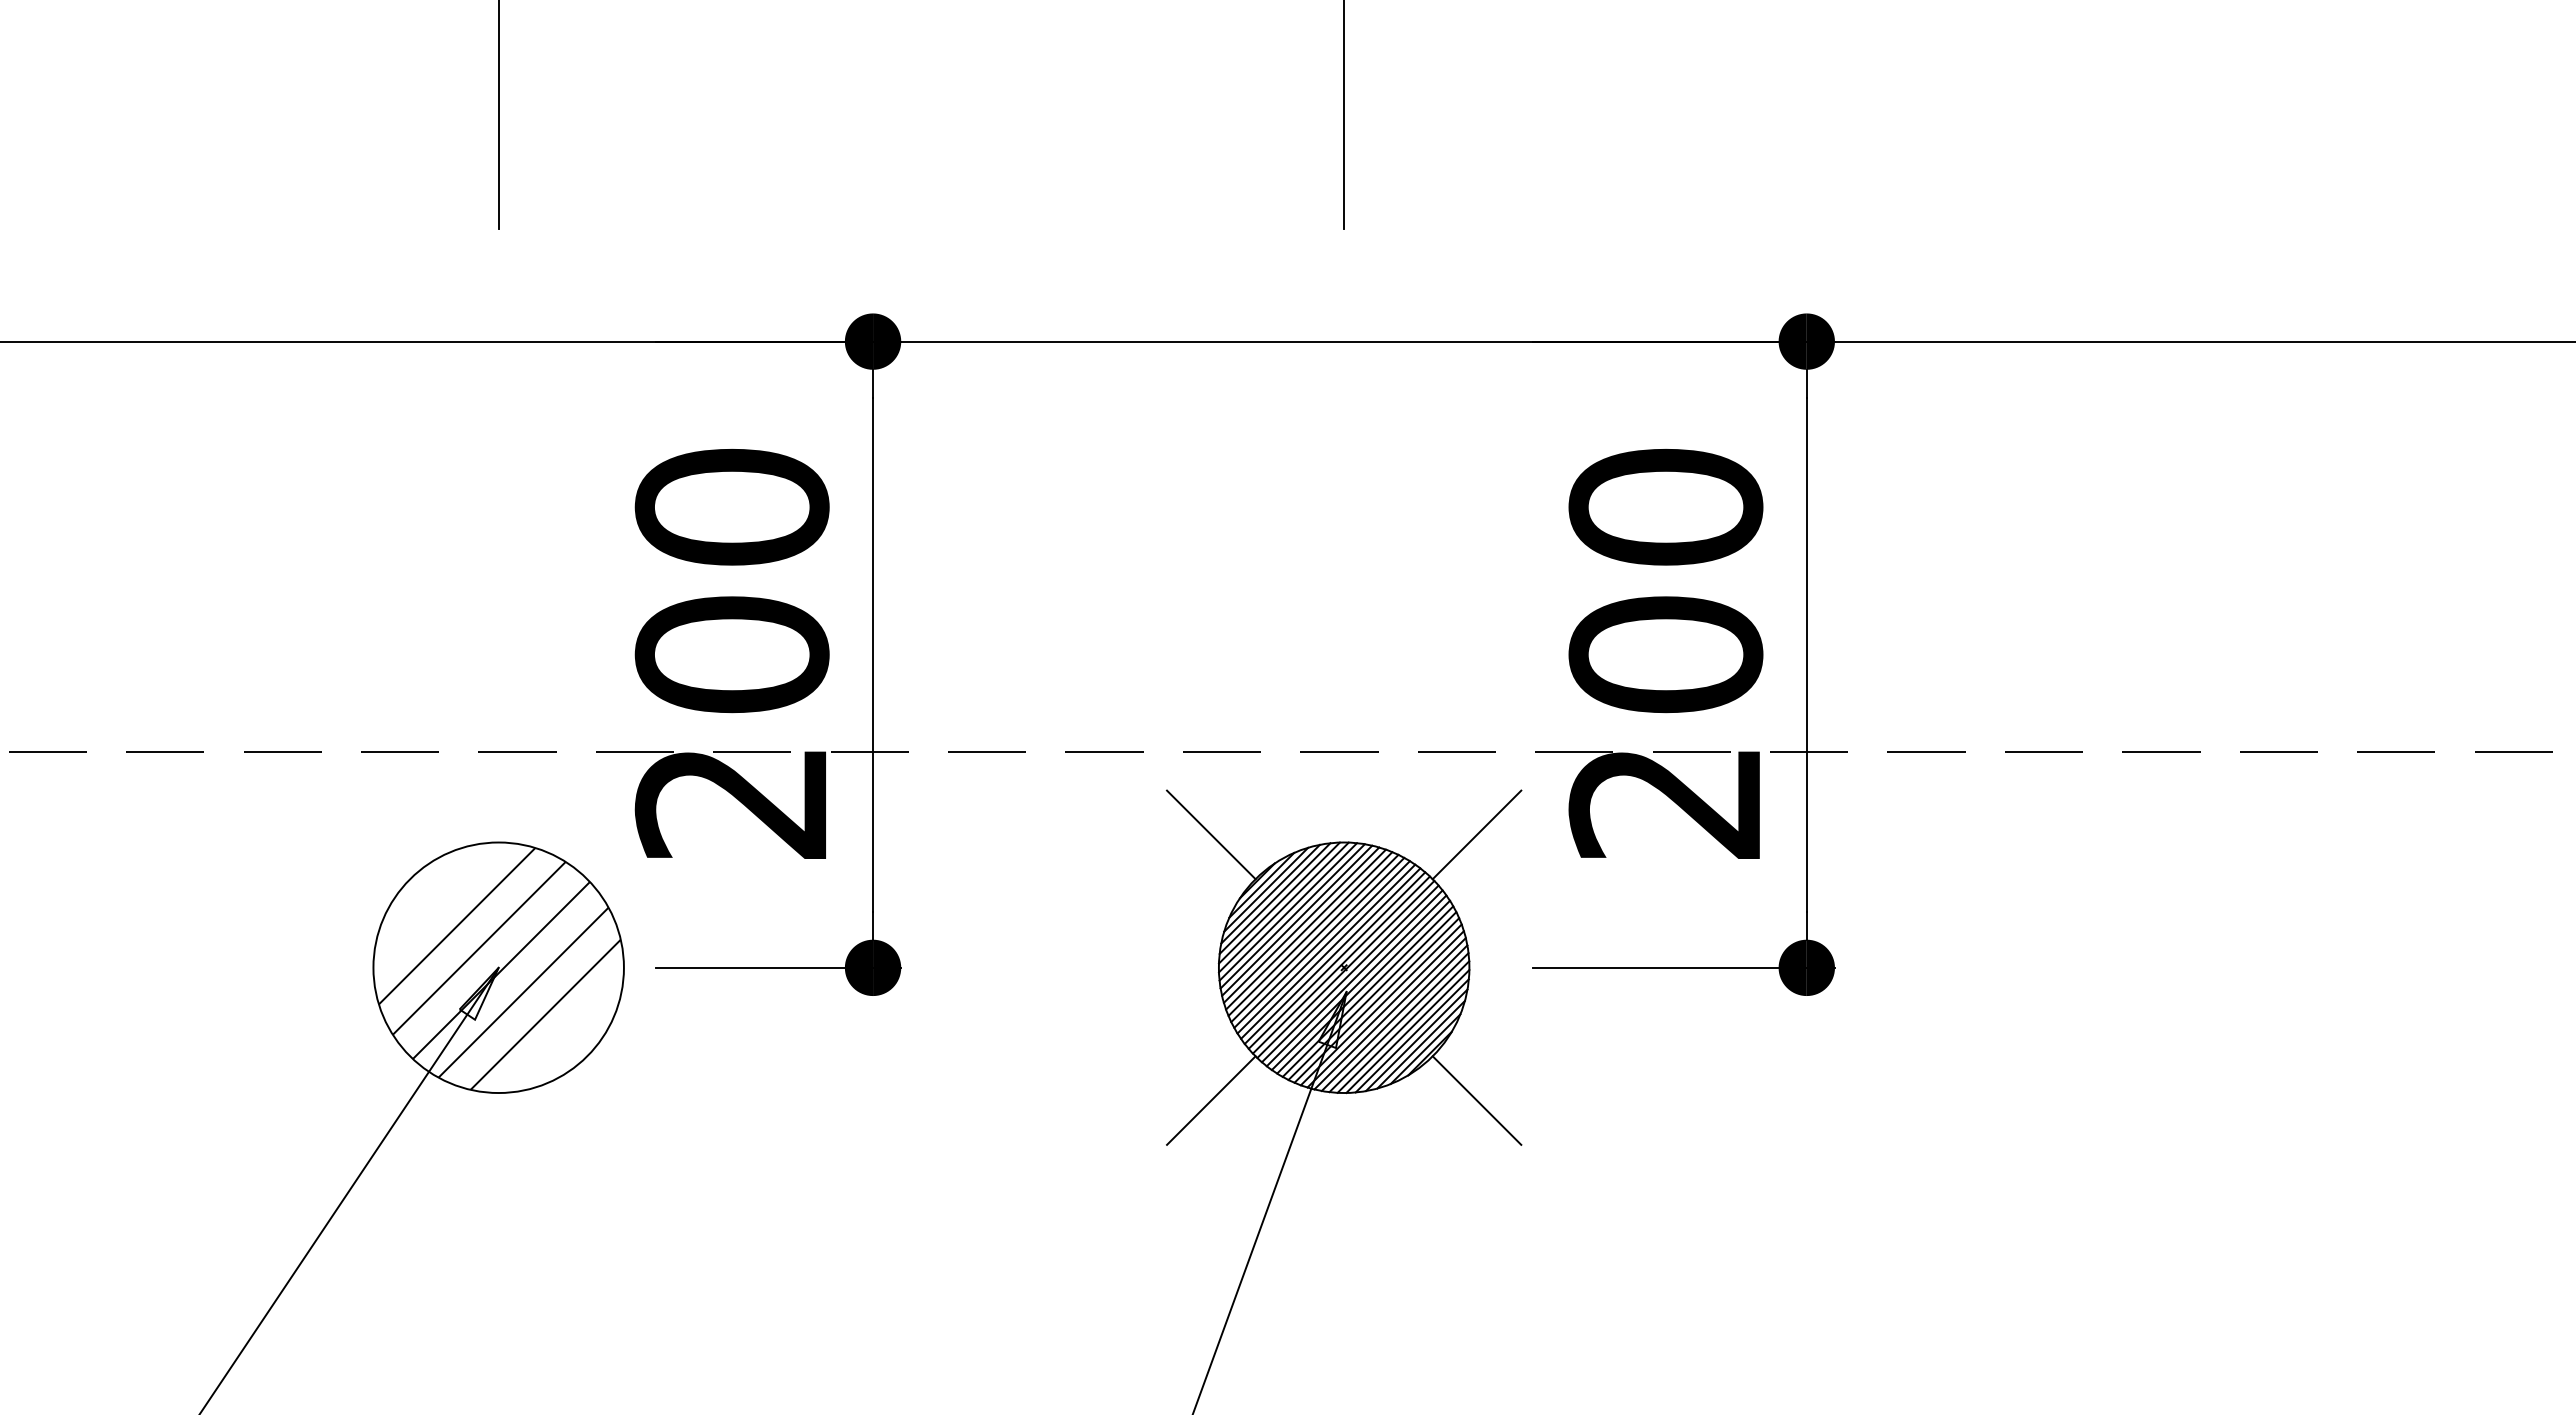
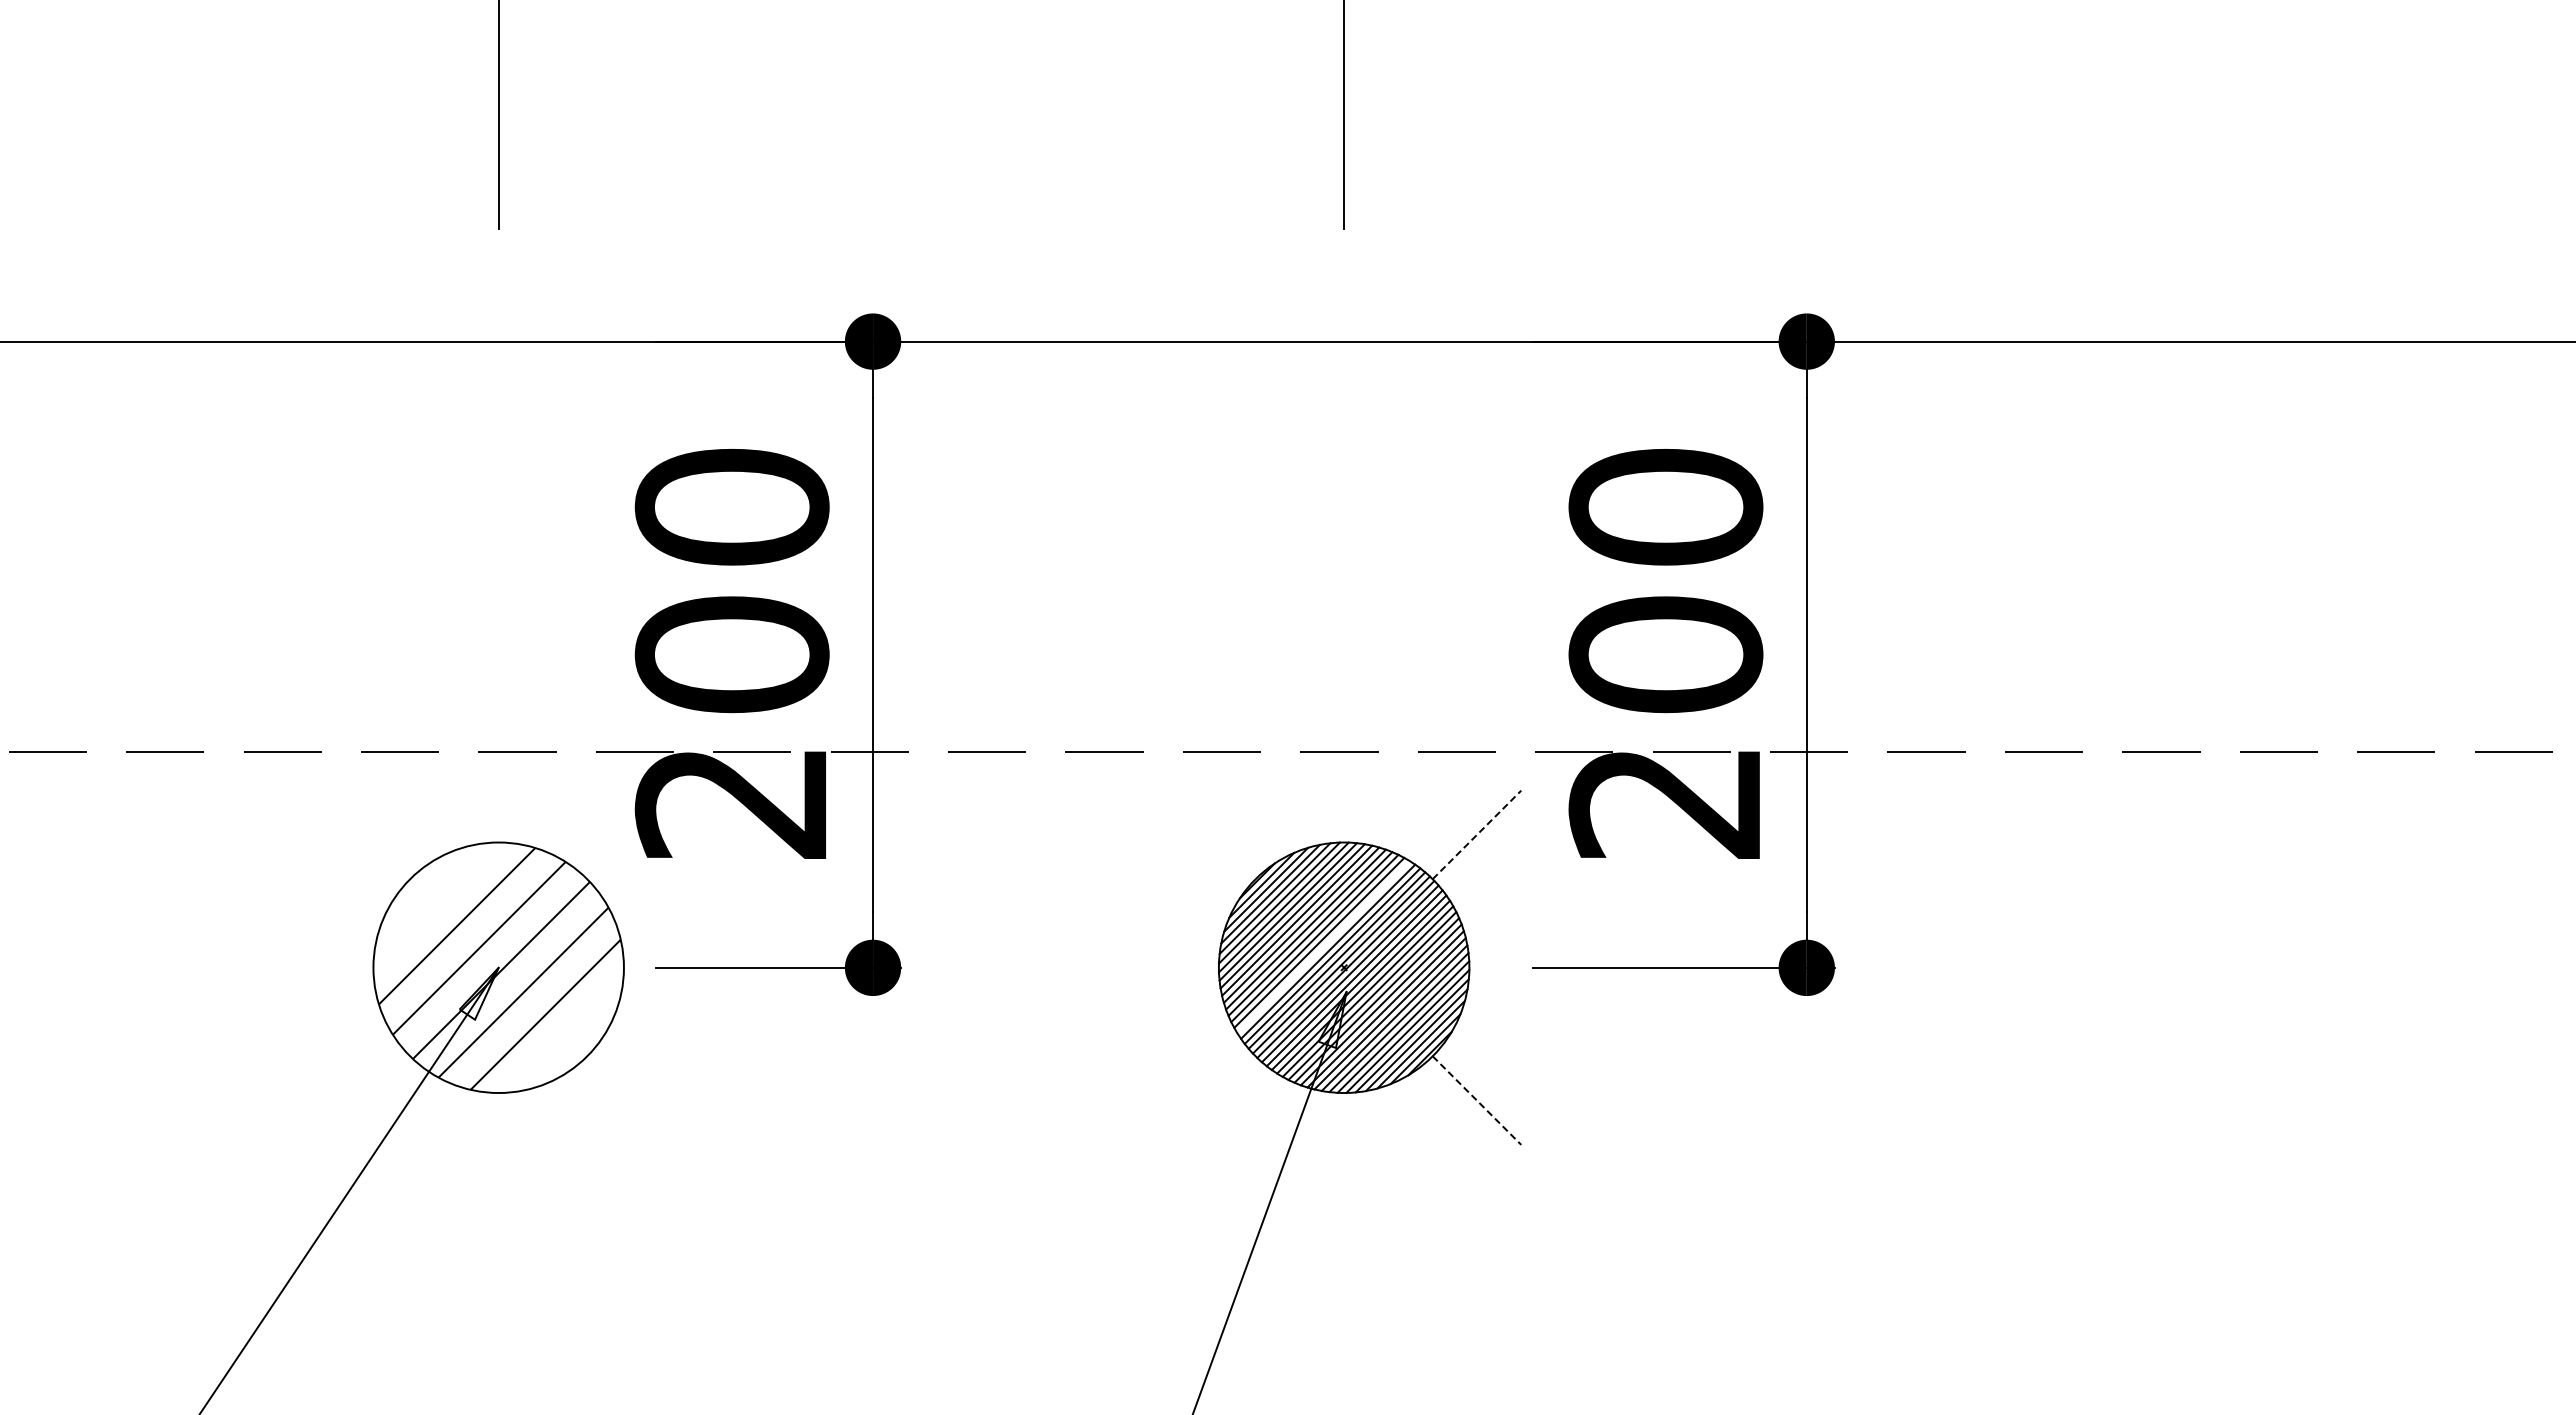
line at (1211, 834): present -> none
line at (1477, 834): solid -> dashed
line at (1323, 947): present -> none
line at (1211, 1100): present -> none
line at (1477, 1100): solid -> dashed
